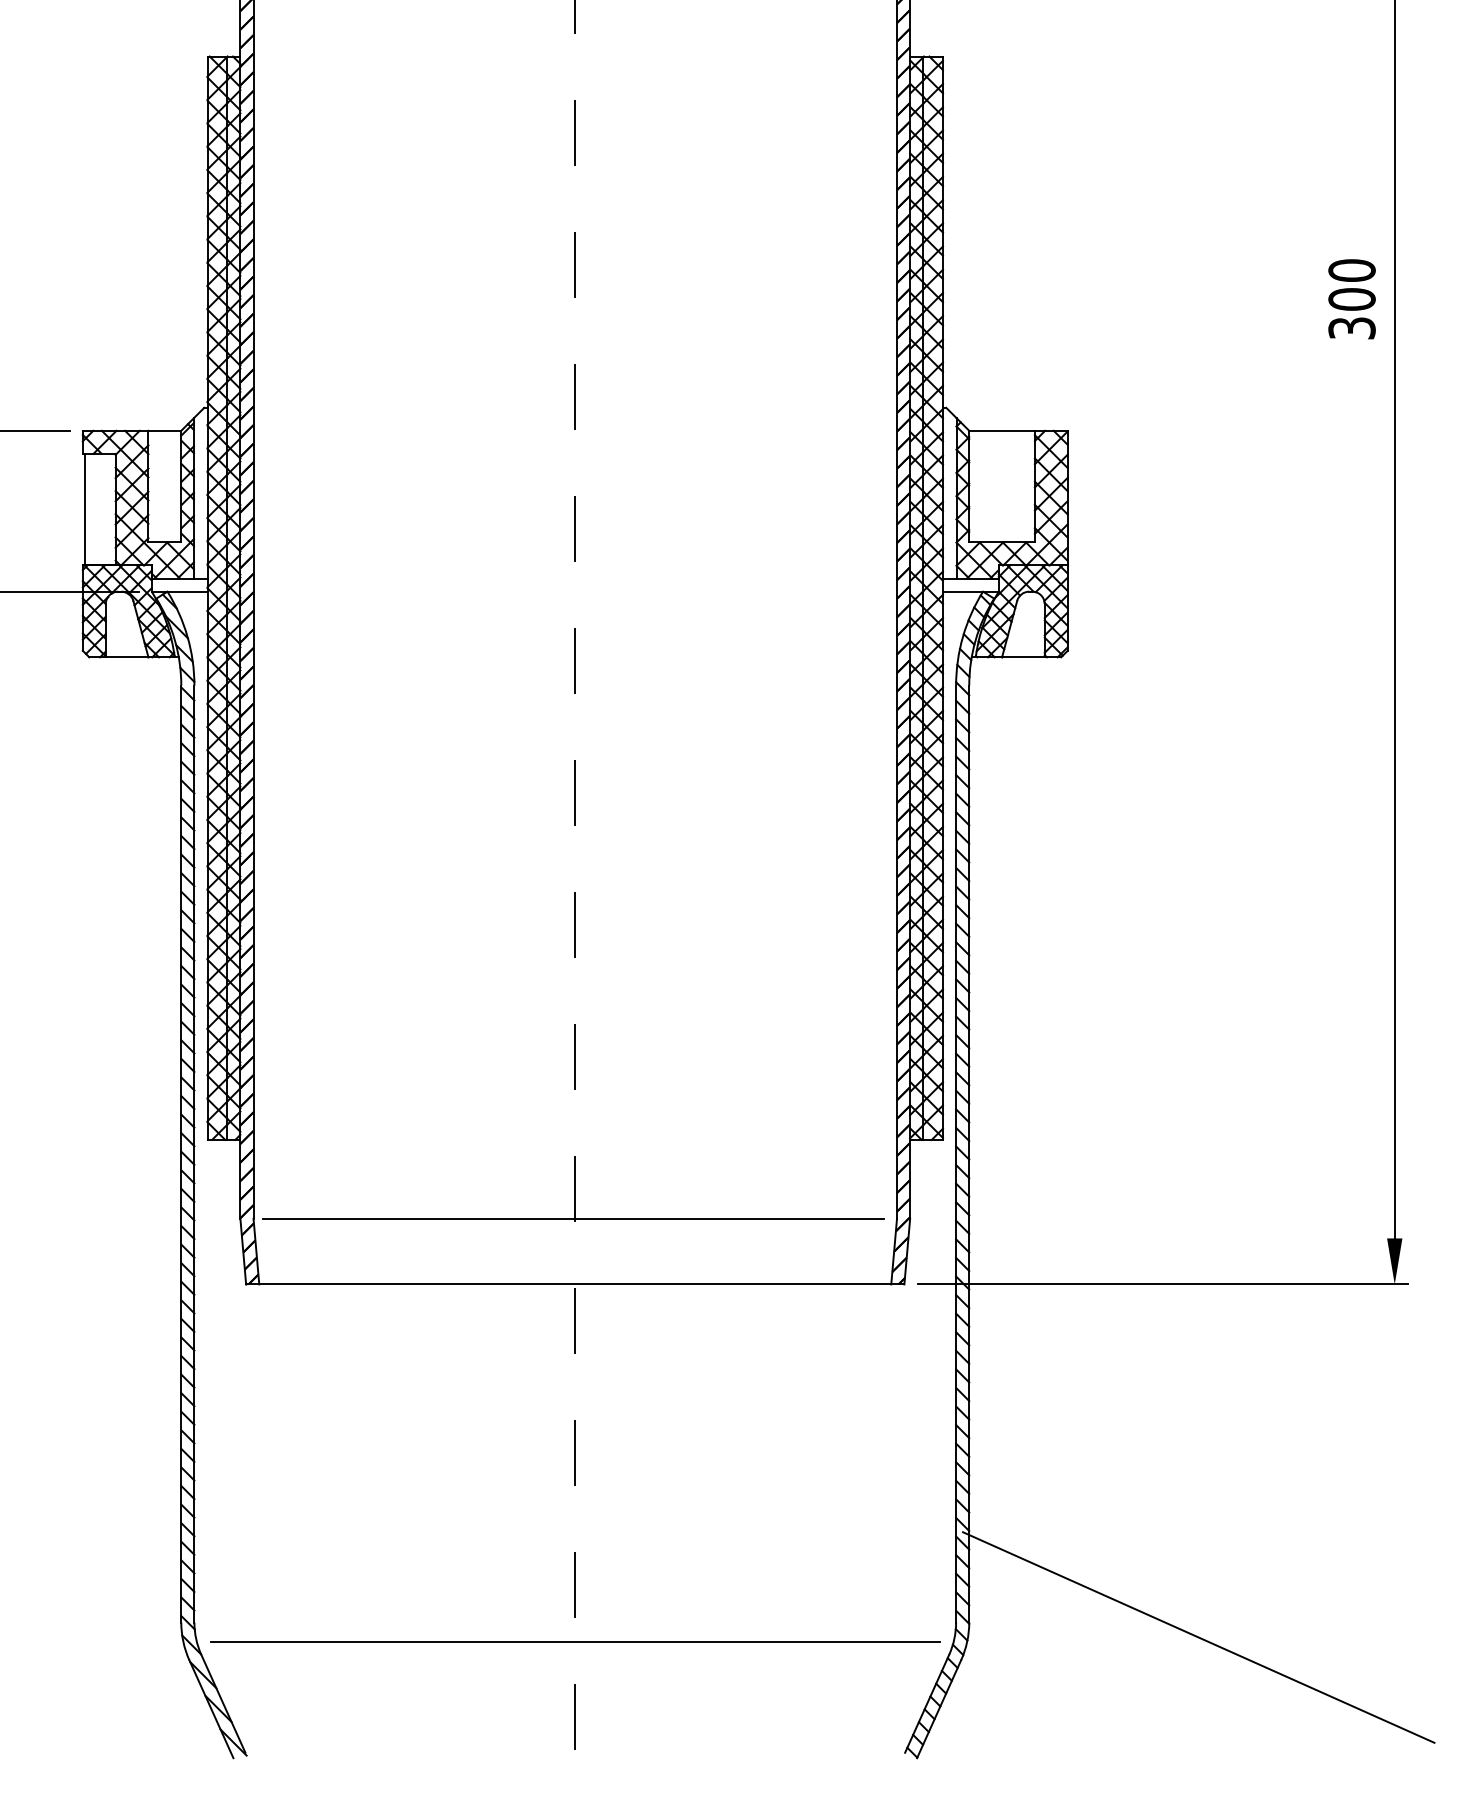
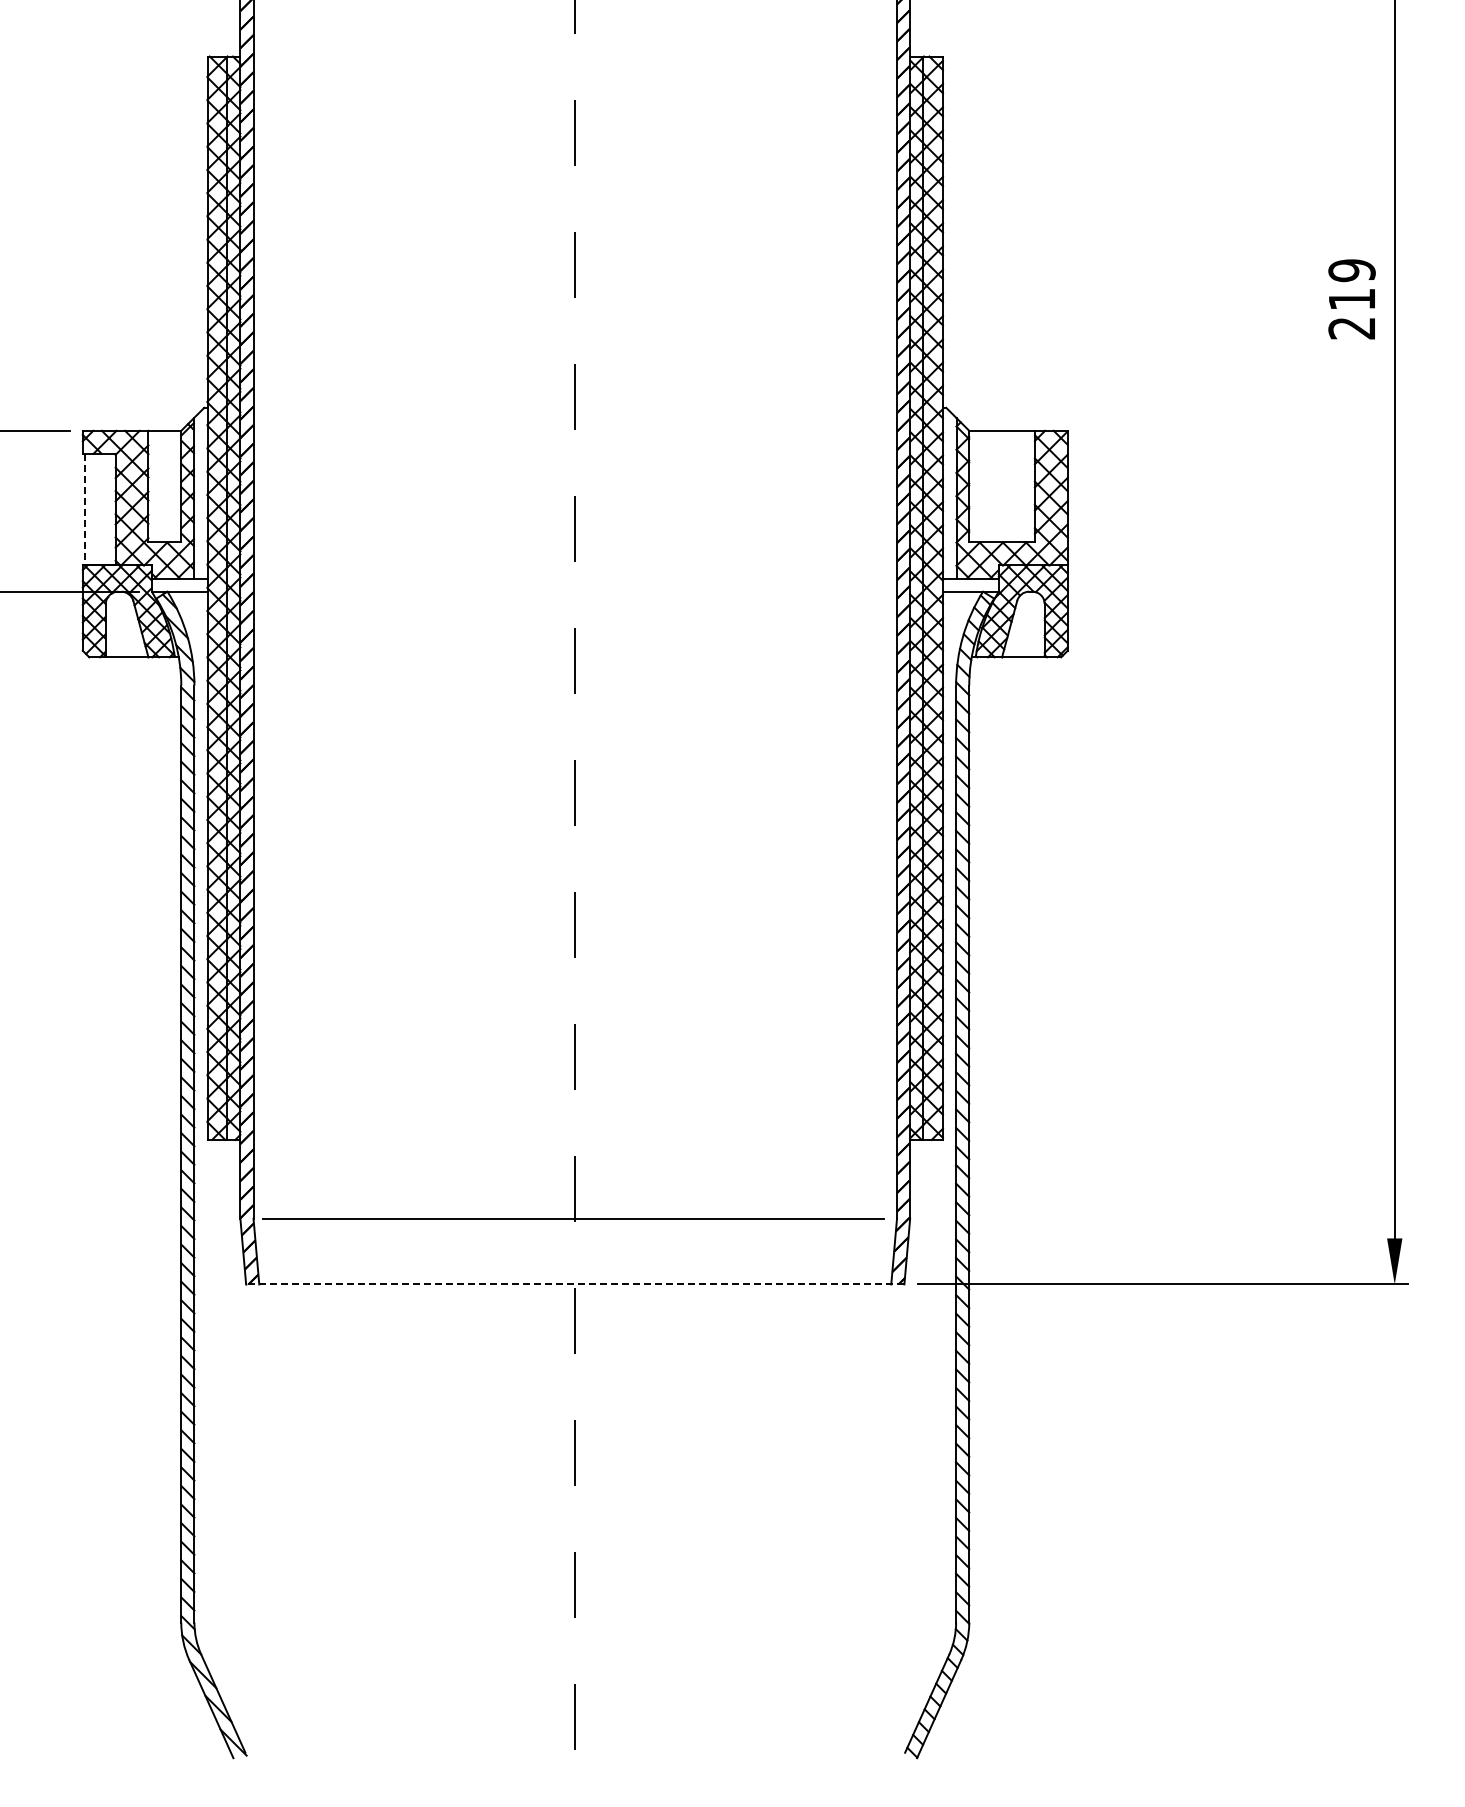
text at (1351, 299): 300 -> 219
line at (85, 509): solid -> dashed
line at (574, 1284): solid -> dashed
line at (1198, 1637): present -> none
line at (575, 1641): present -> none
